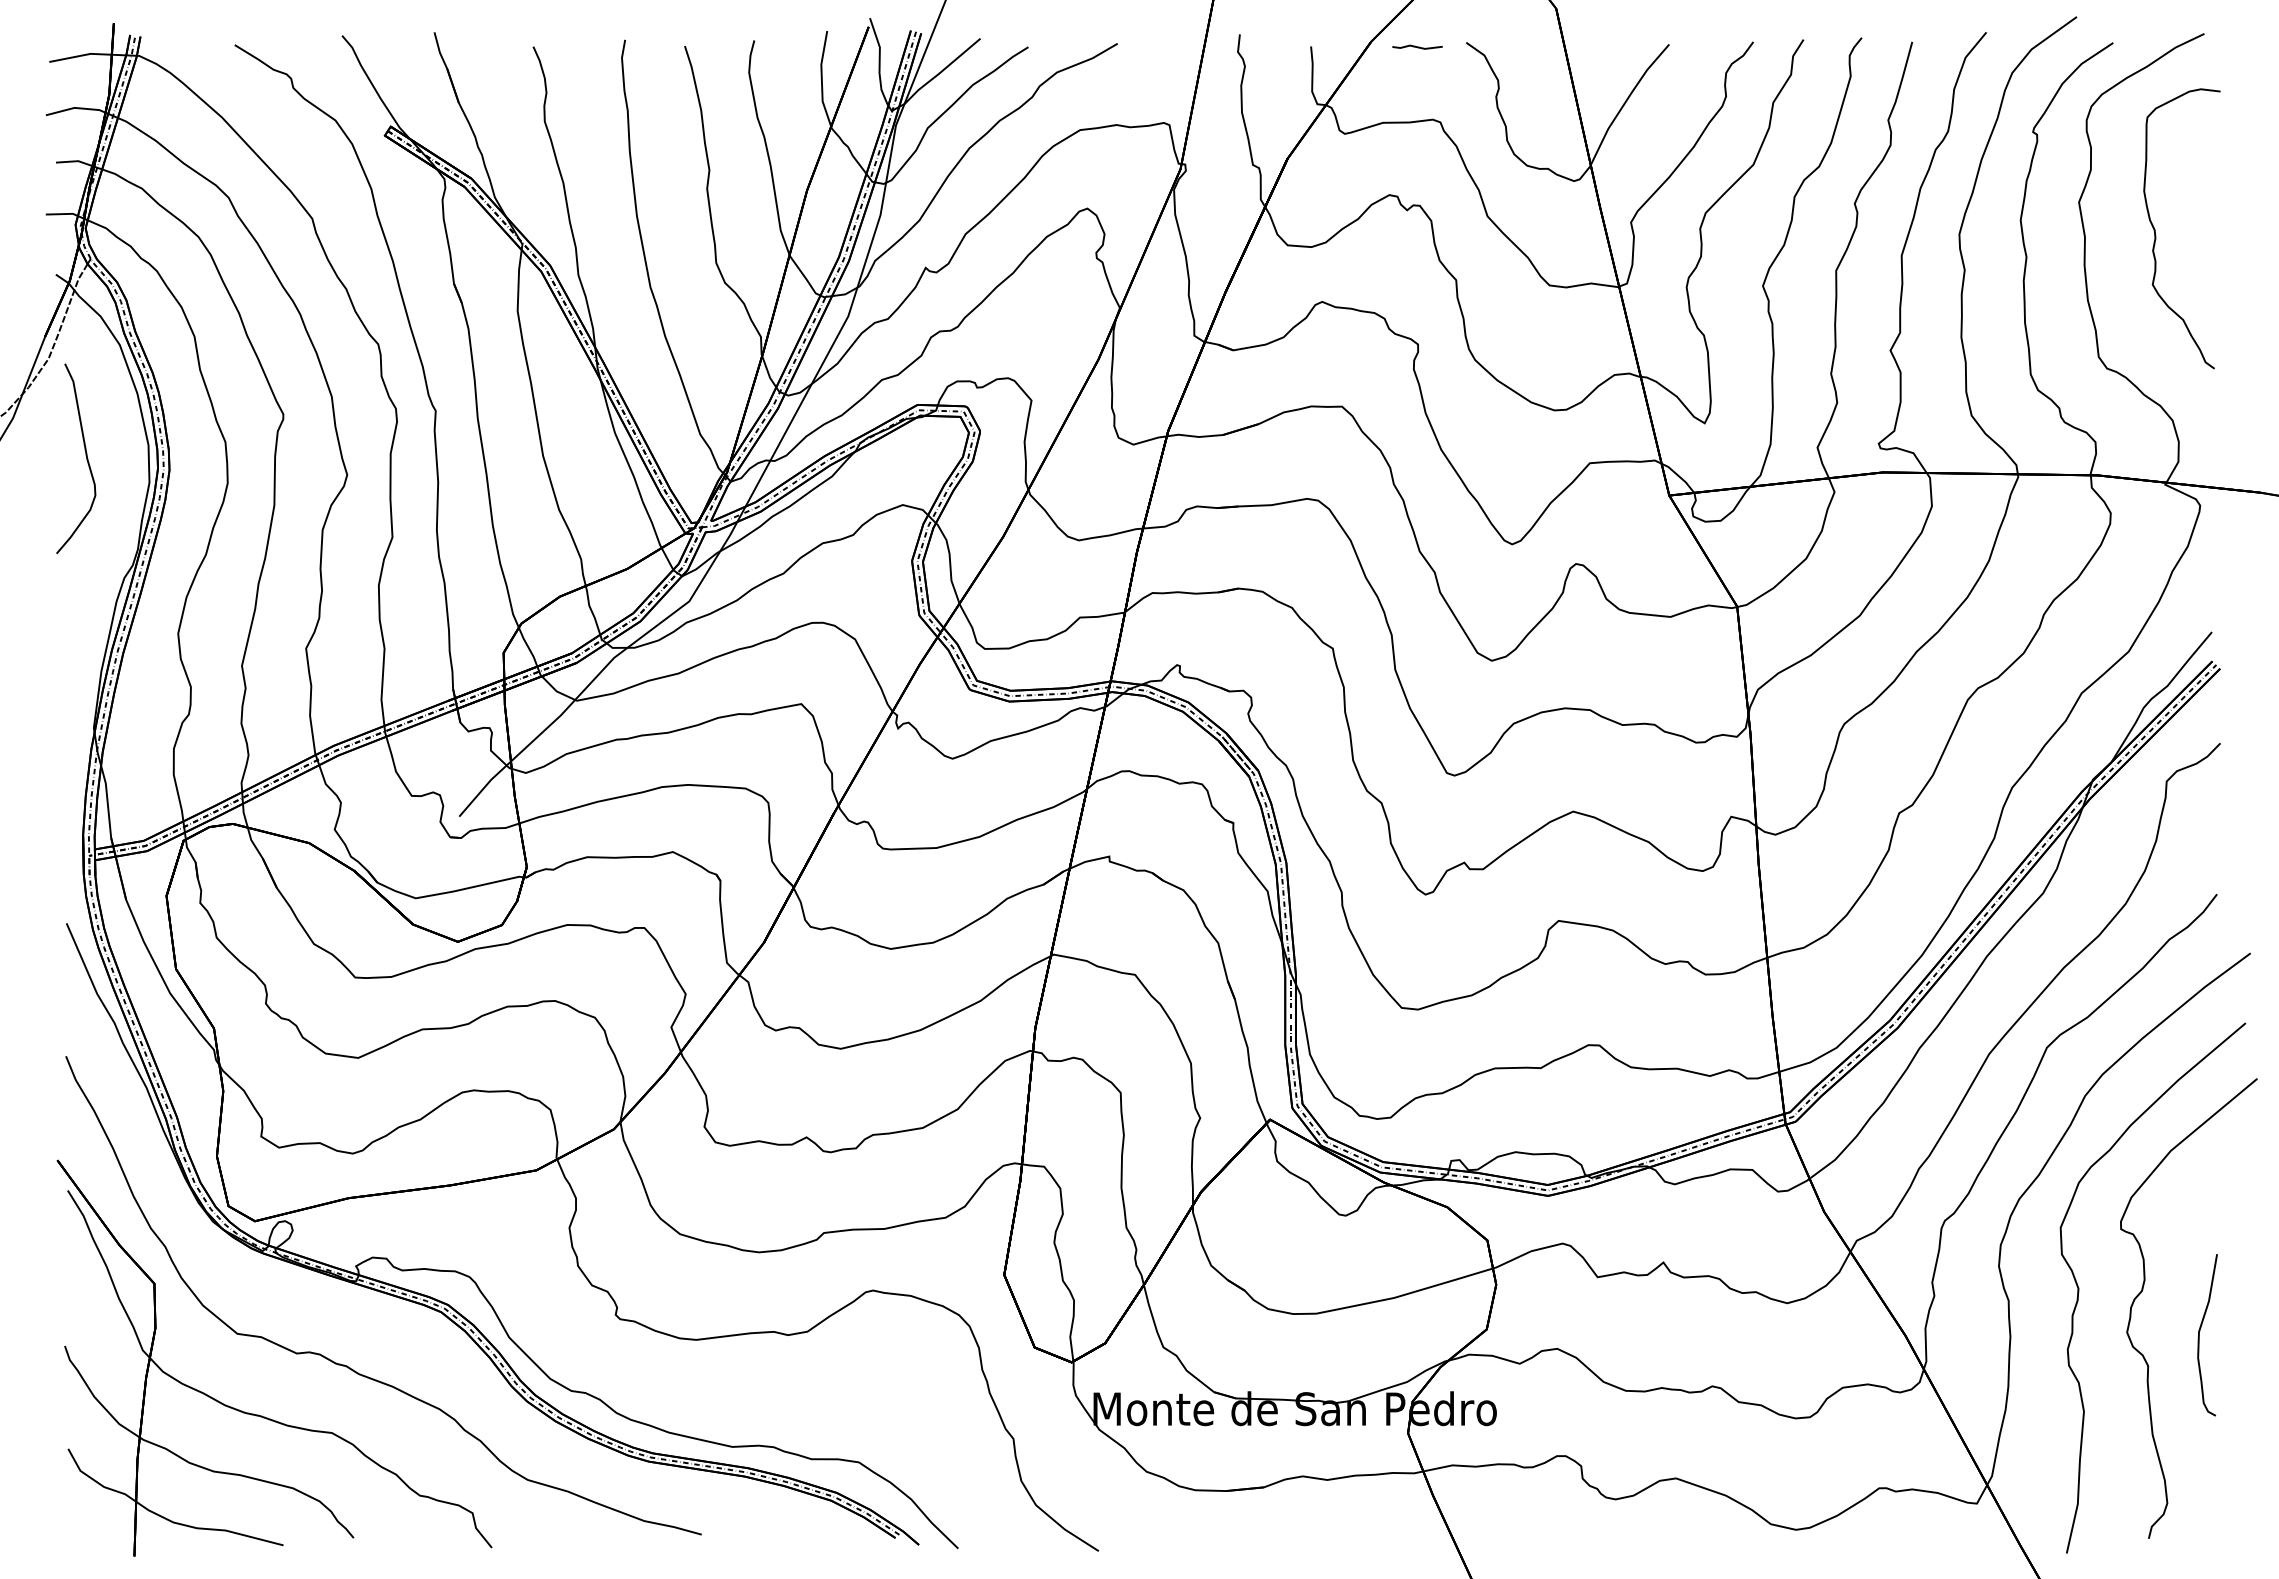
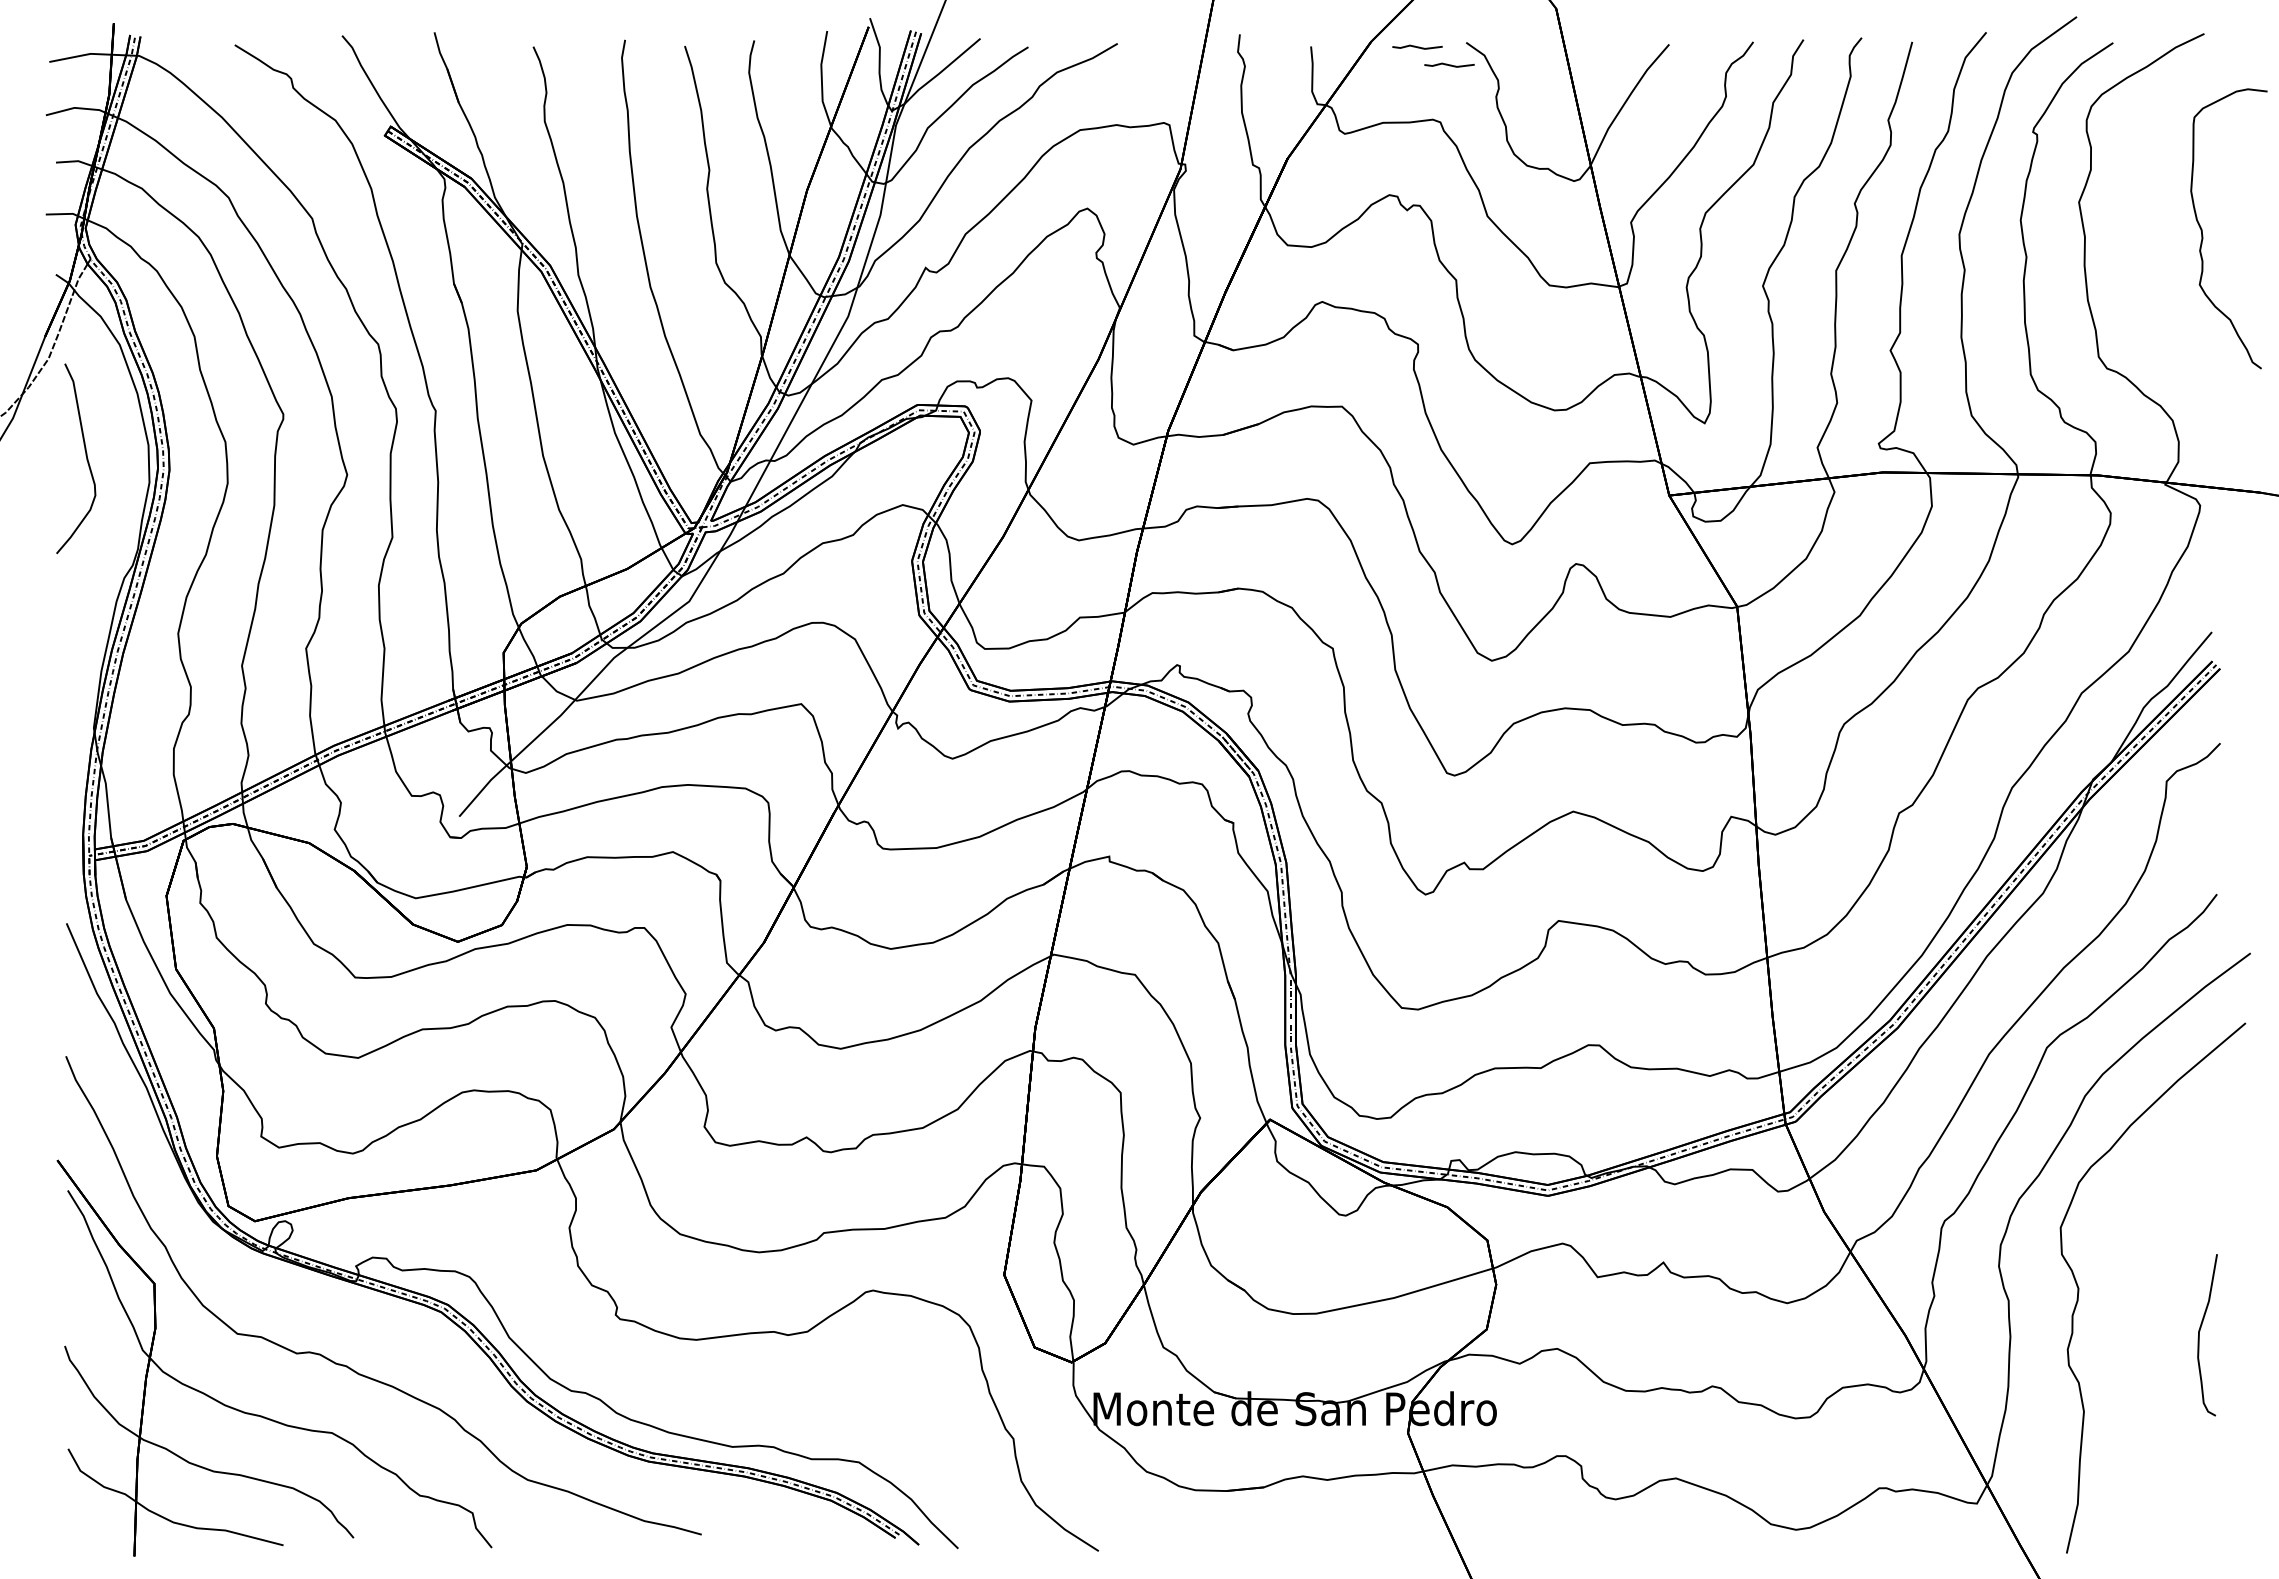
line at (1449, 64): none -> present
curve at (2156, 235) position: (2156, 235) -> (2203, 235)
curve at (2143, 1289): present -> none
